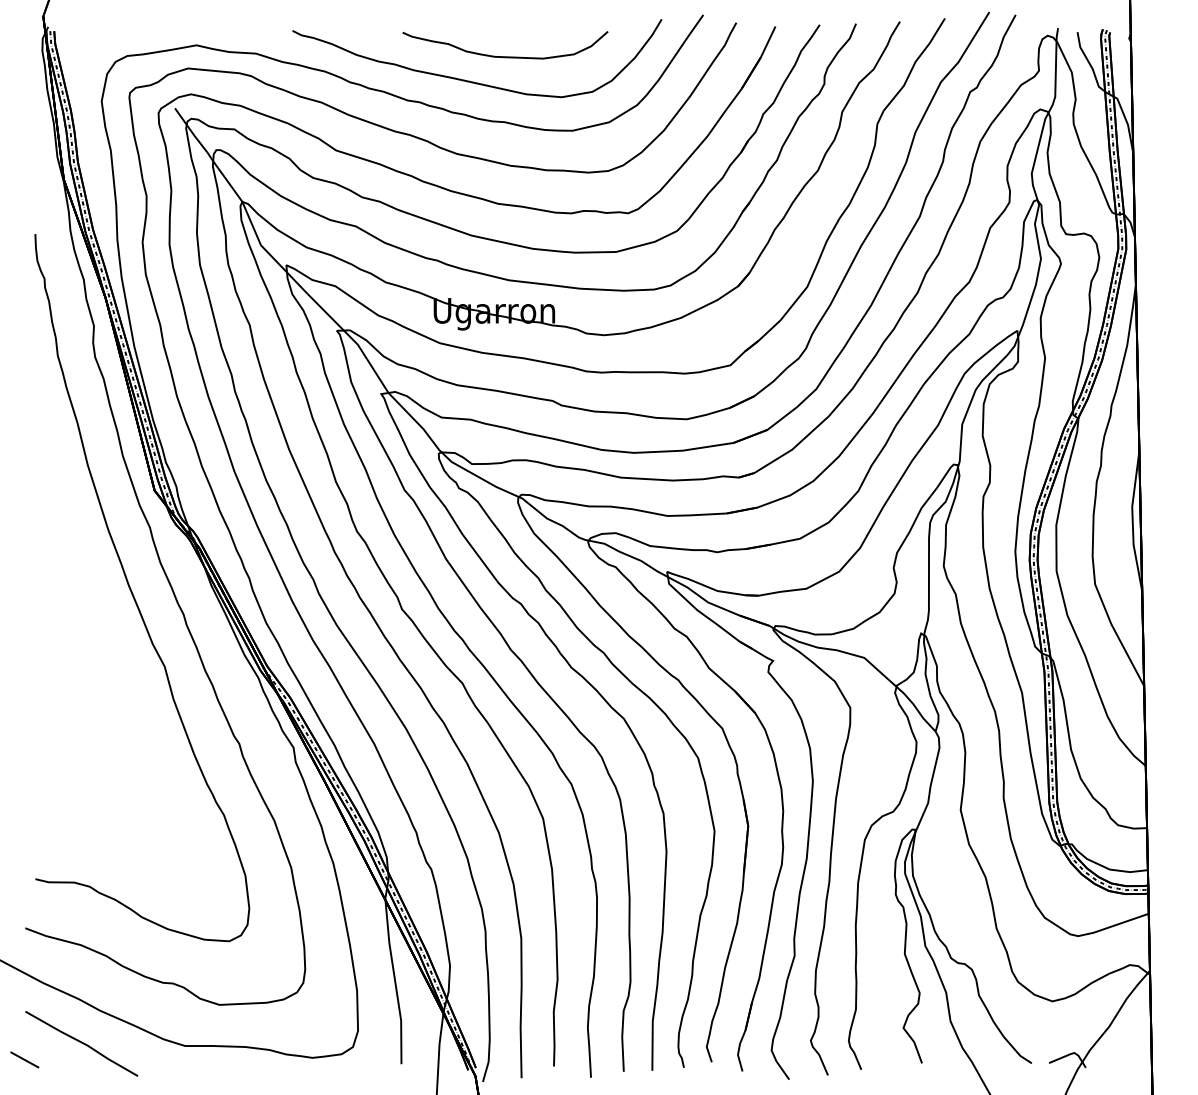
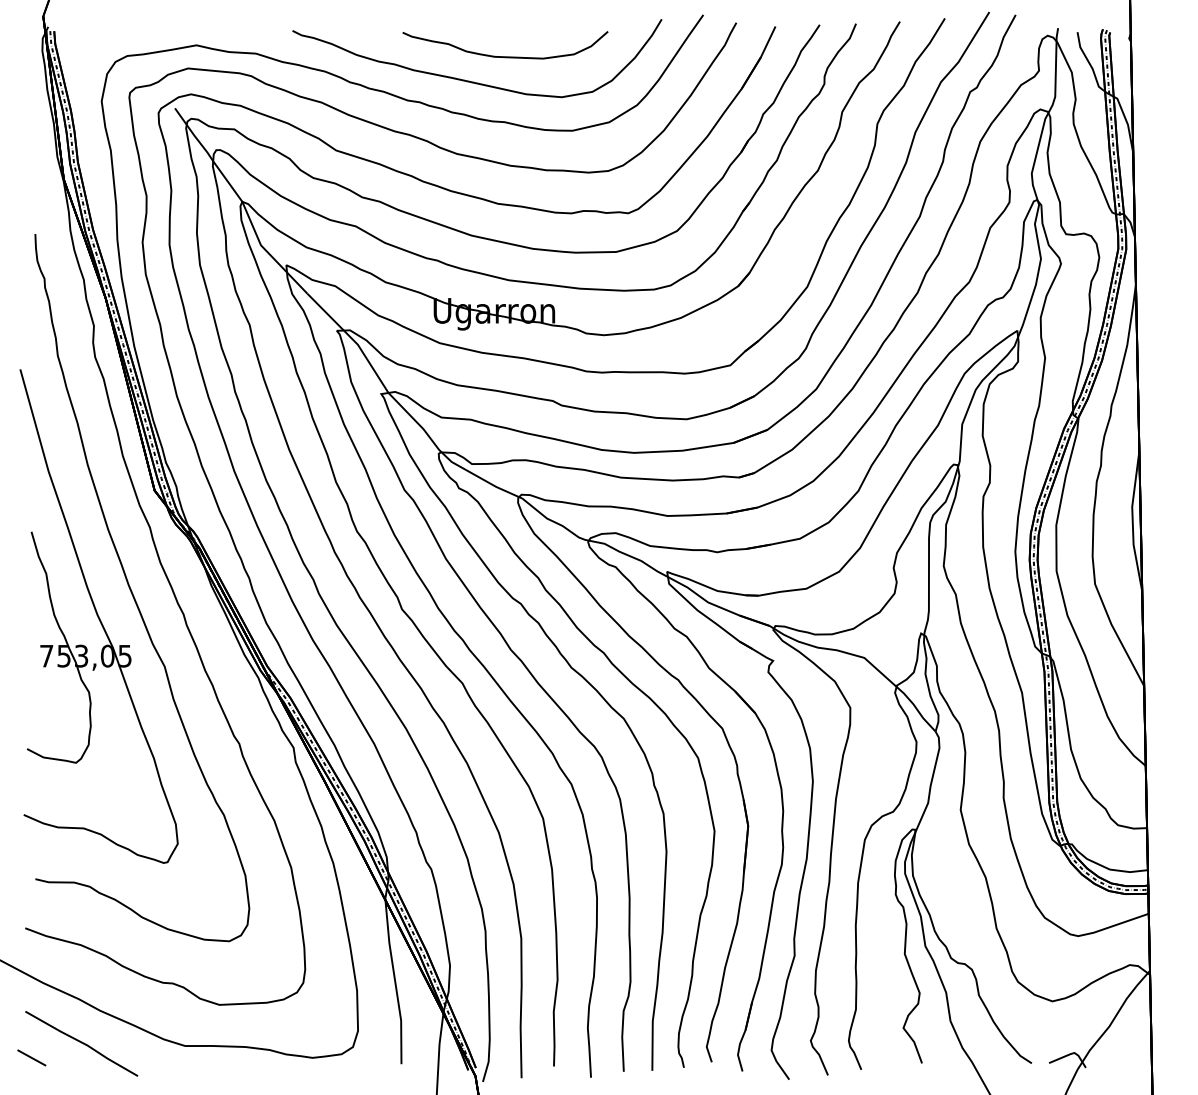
part at (98, 616): none -> present
line at (24, 1059) position: (24, 1059) -> (31, 1057)
